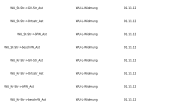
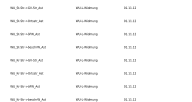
text at (31, 34) position: (31, 34) -> (24, 34)
text at (21, 47) position: (21, 47) -> (27, 47)
text at (18, 86) position: (18, 86) -> (24, 86)
